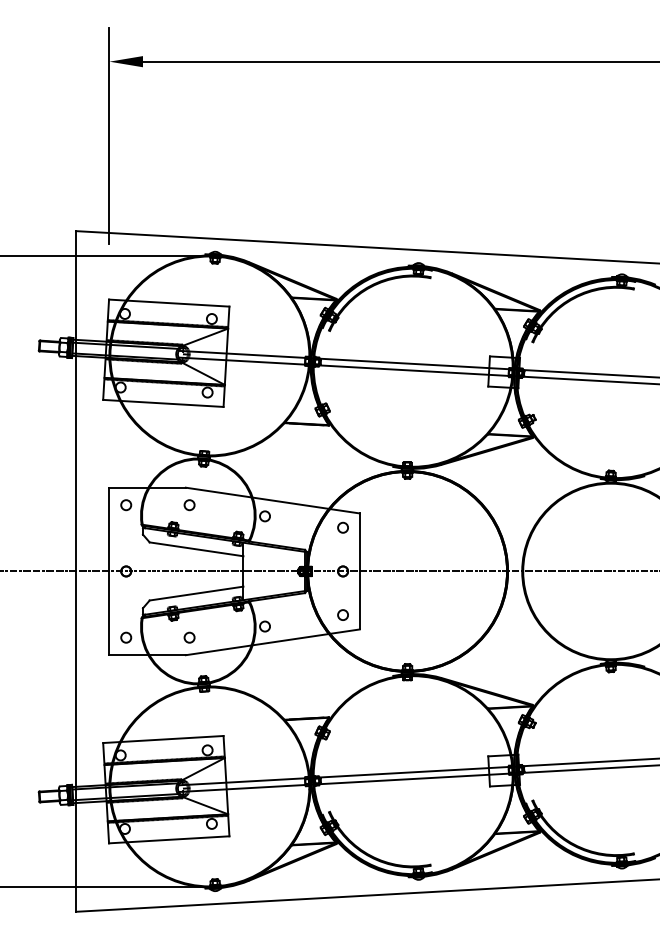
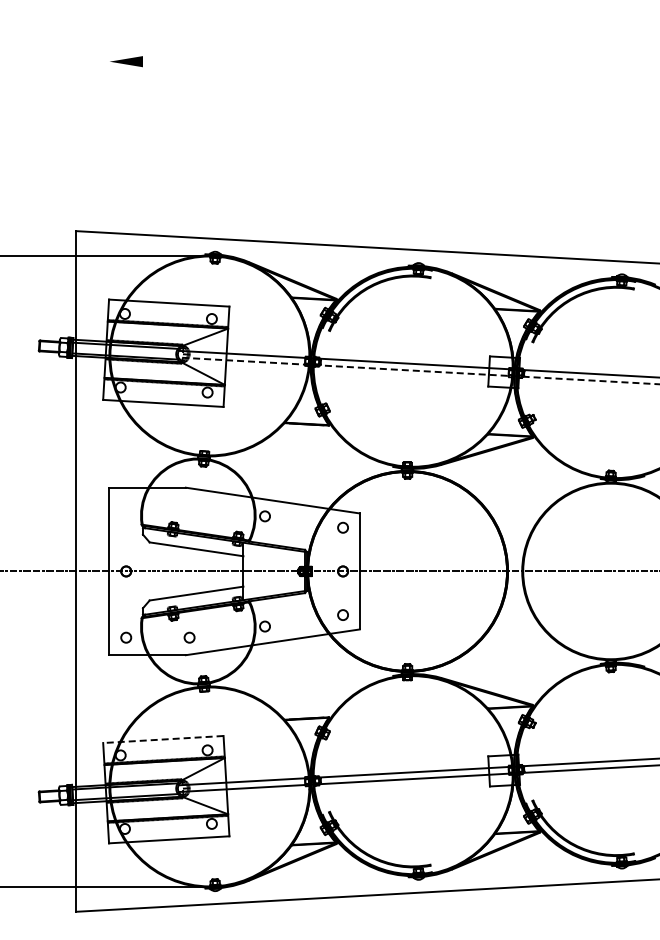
line at (399, 61): present -> none
line at (109, 135): present -> none
line at (419, 370): solid -> dashed
circle at (126, 505): present -> none
circle at (189, 505): present -> none
line at (162, 739): solid -> dashed
